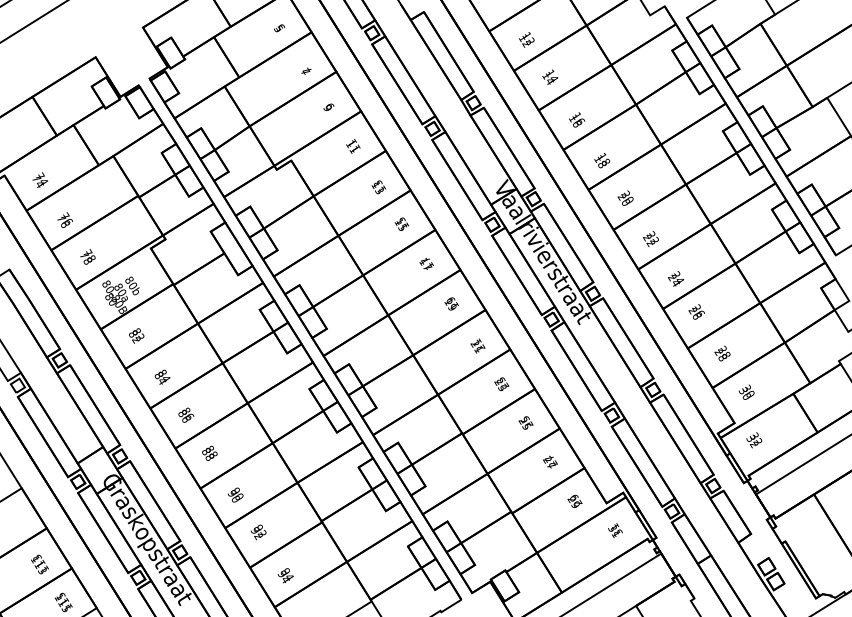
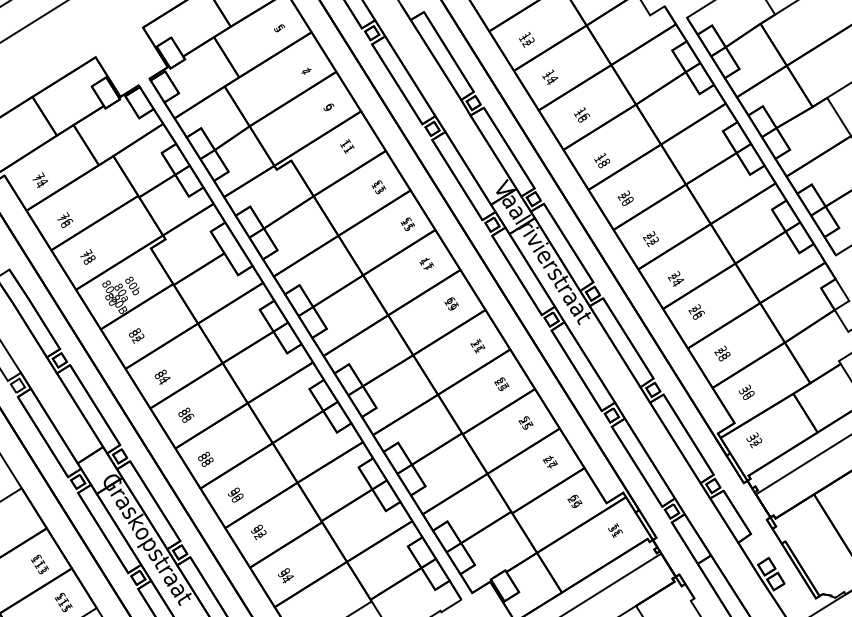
text at (577, 119) position: (577, 119) -> (582, 114)
text at (353, 146) position: (353, 146) -> (347, 146)
text at (401, 223) position: (401, 223) -> (407, 223)
text at (209, 452) position: (209, 452) -> (205, 458)
